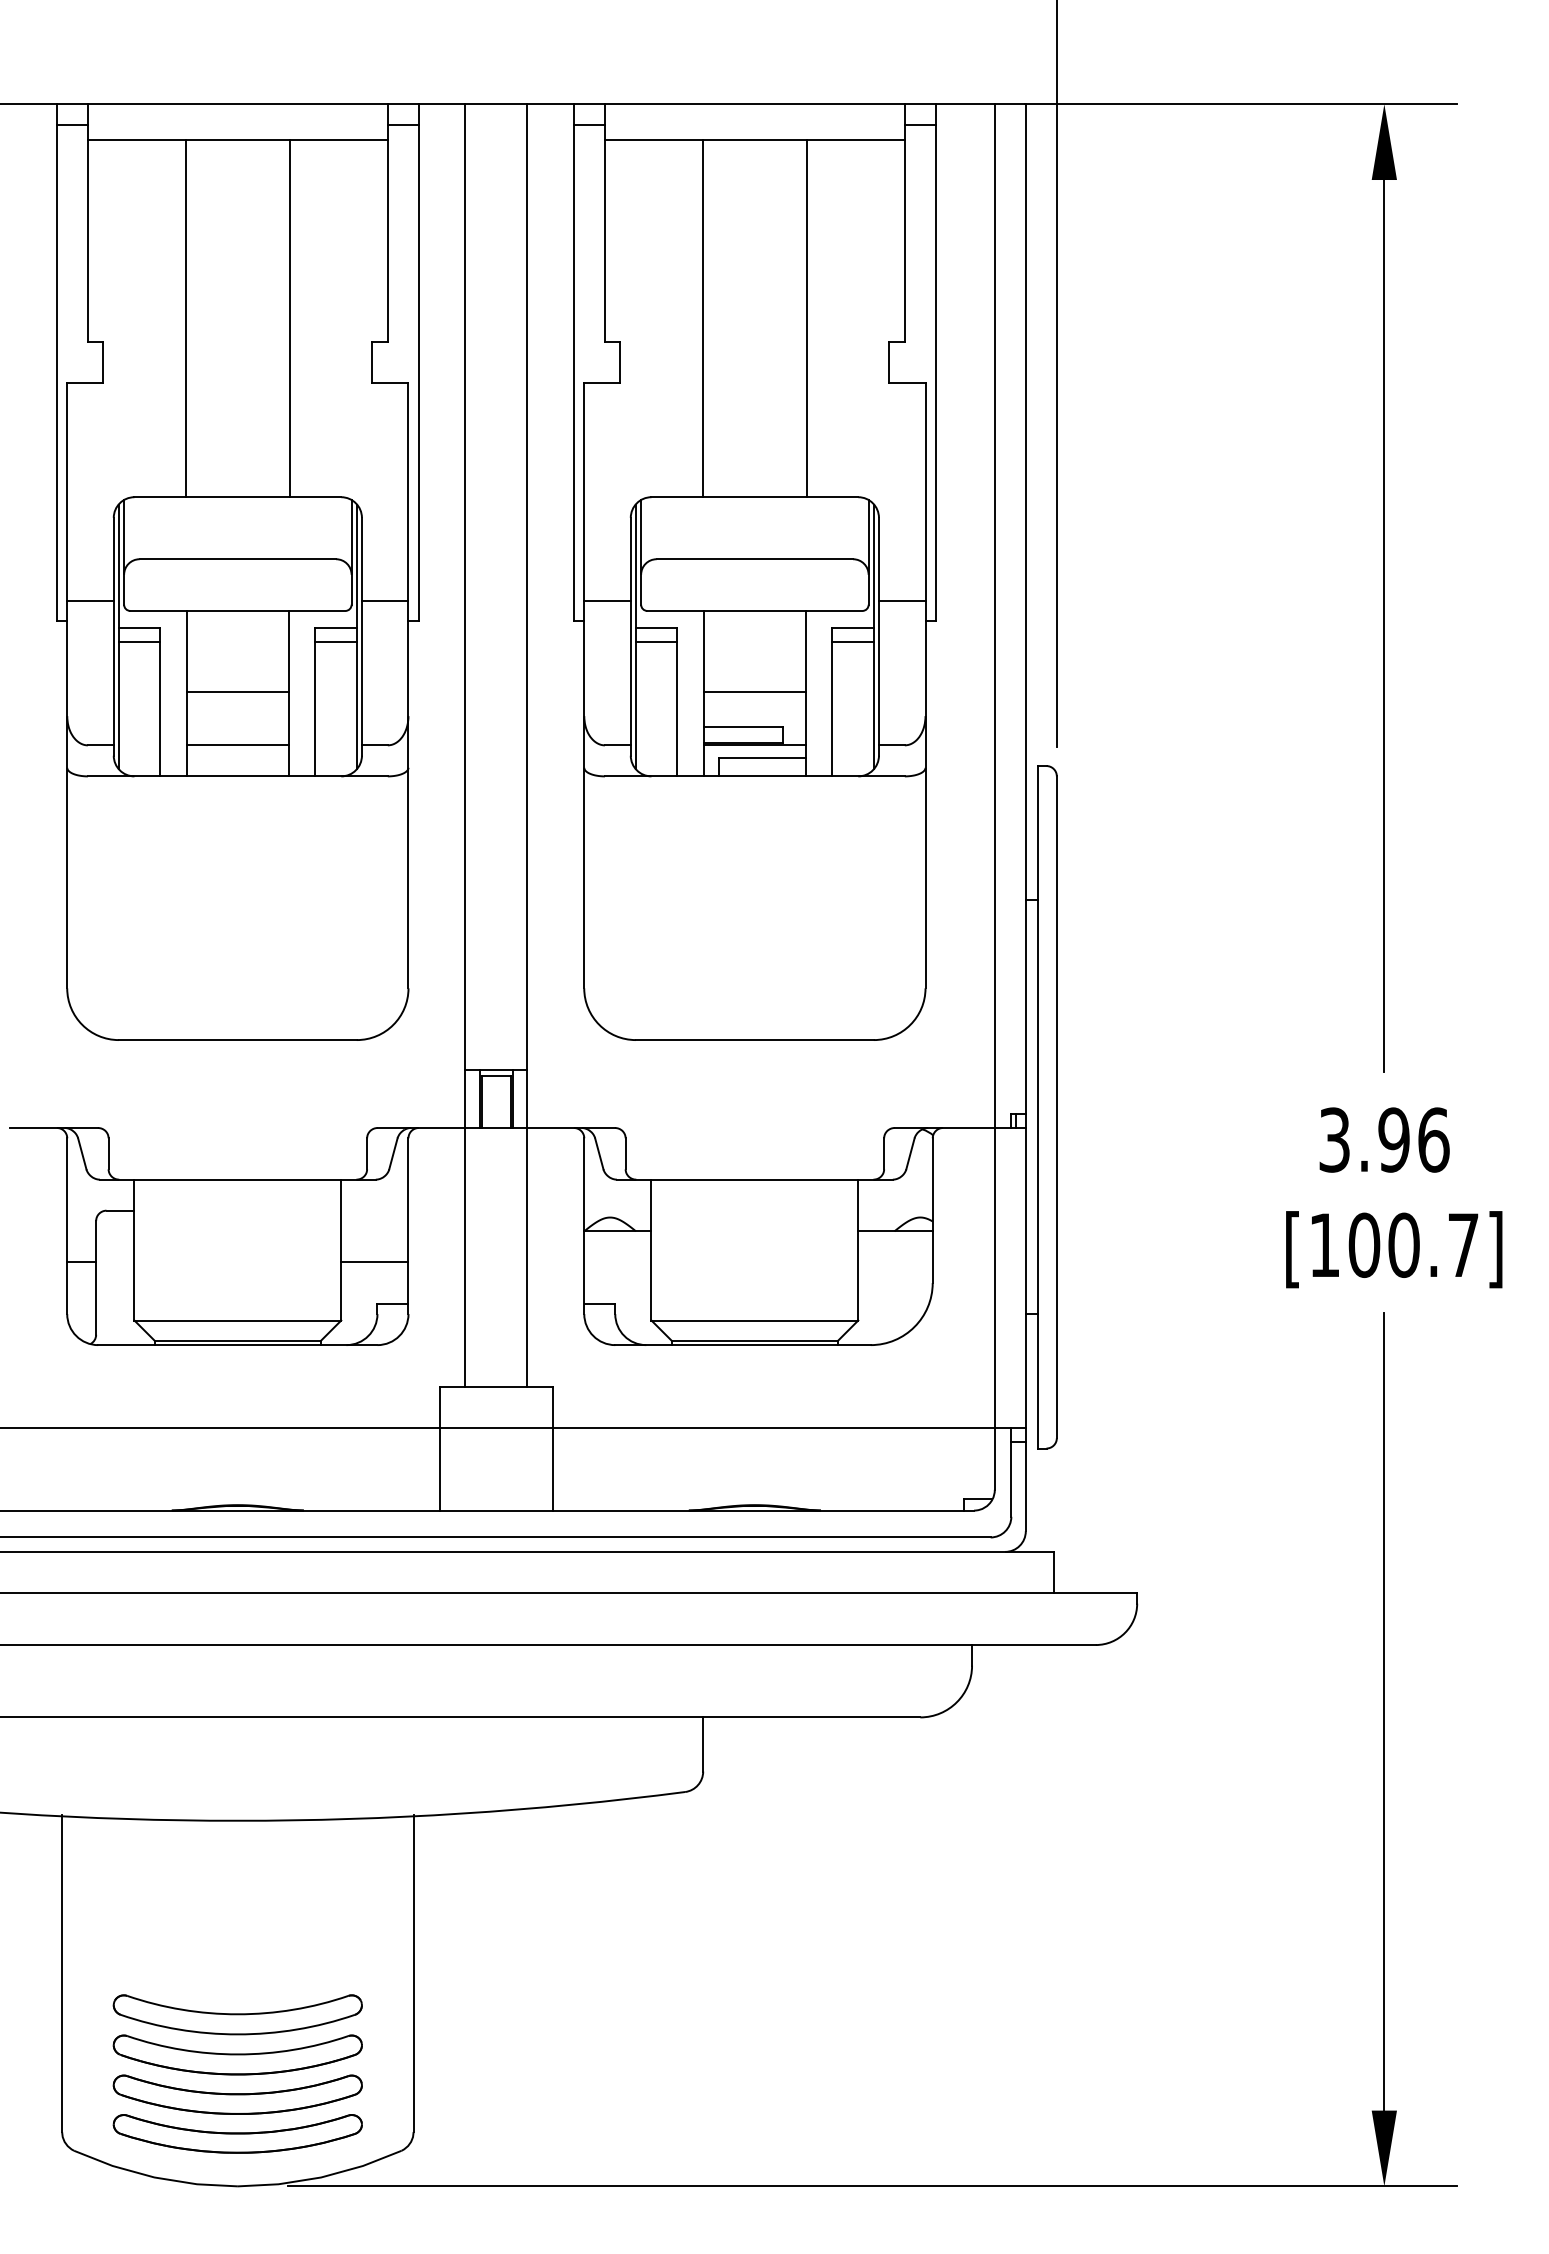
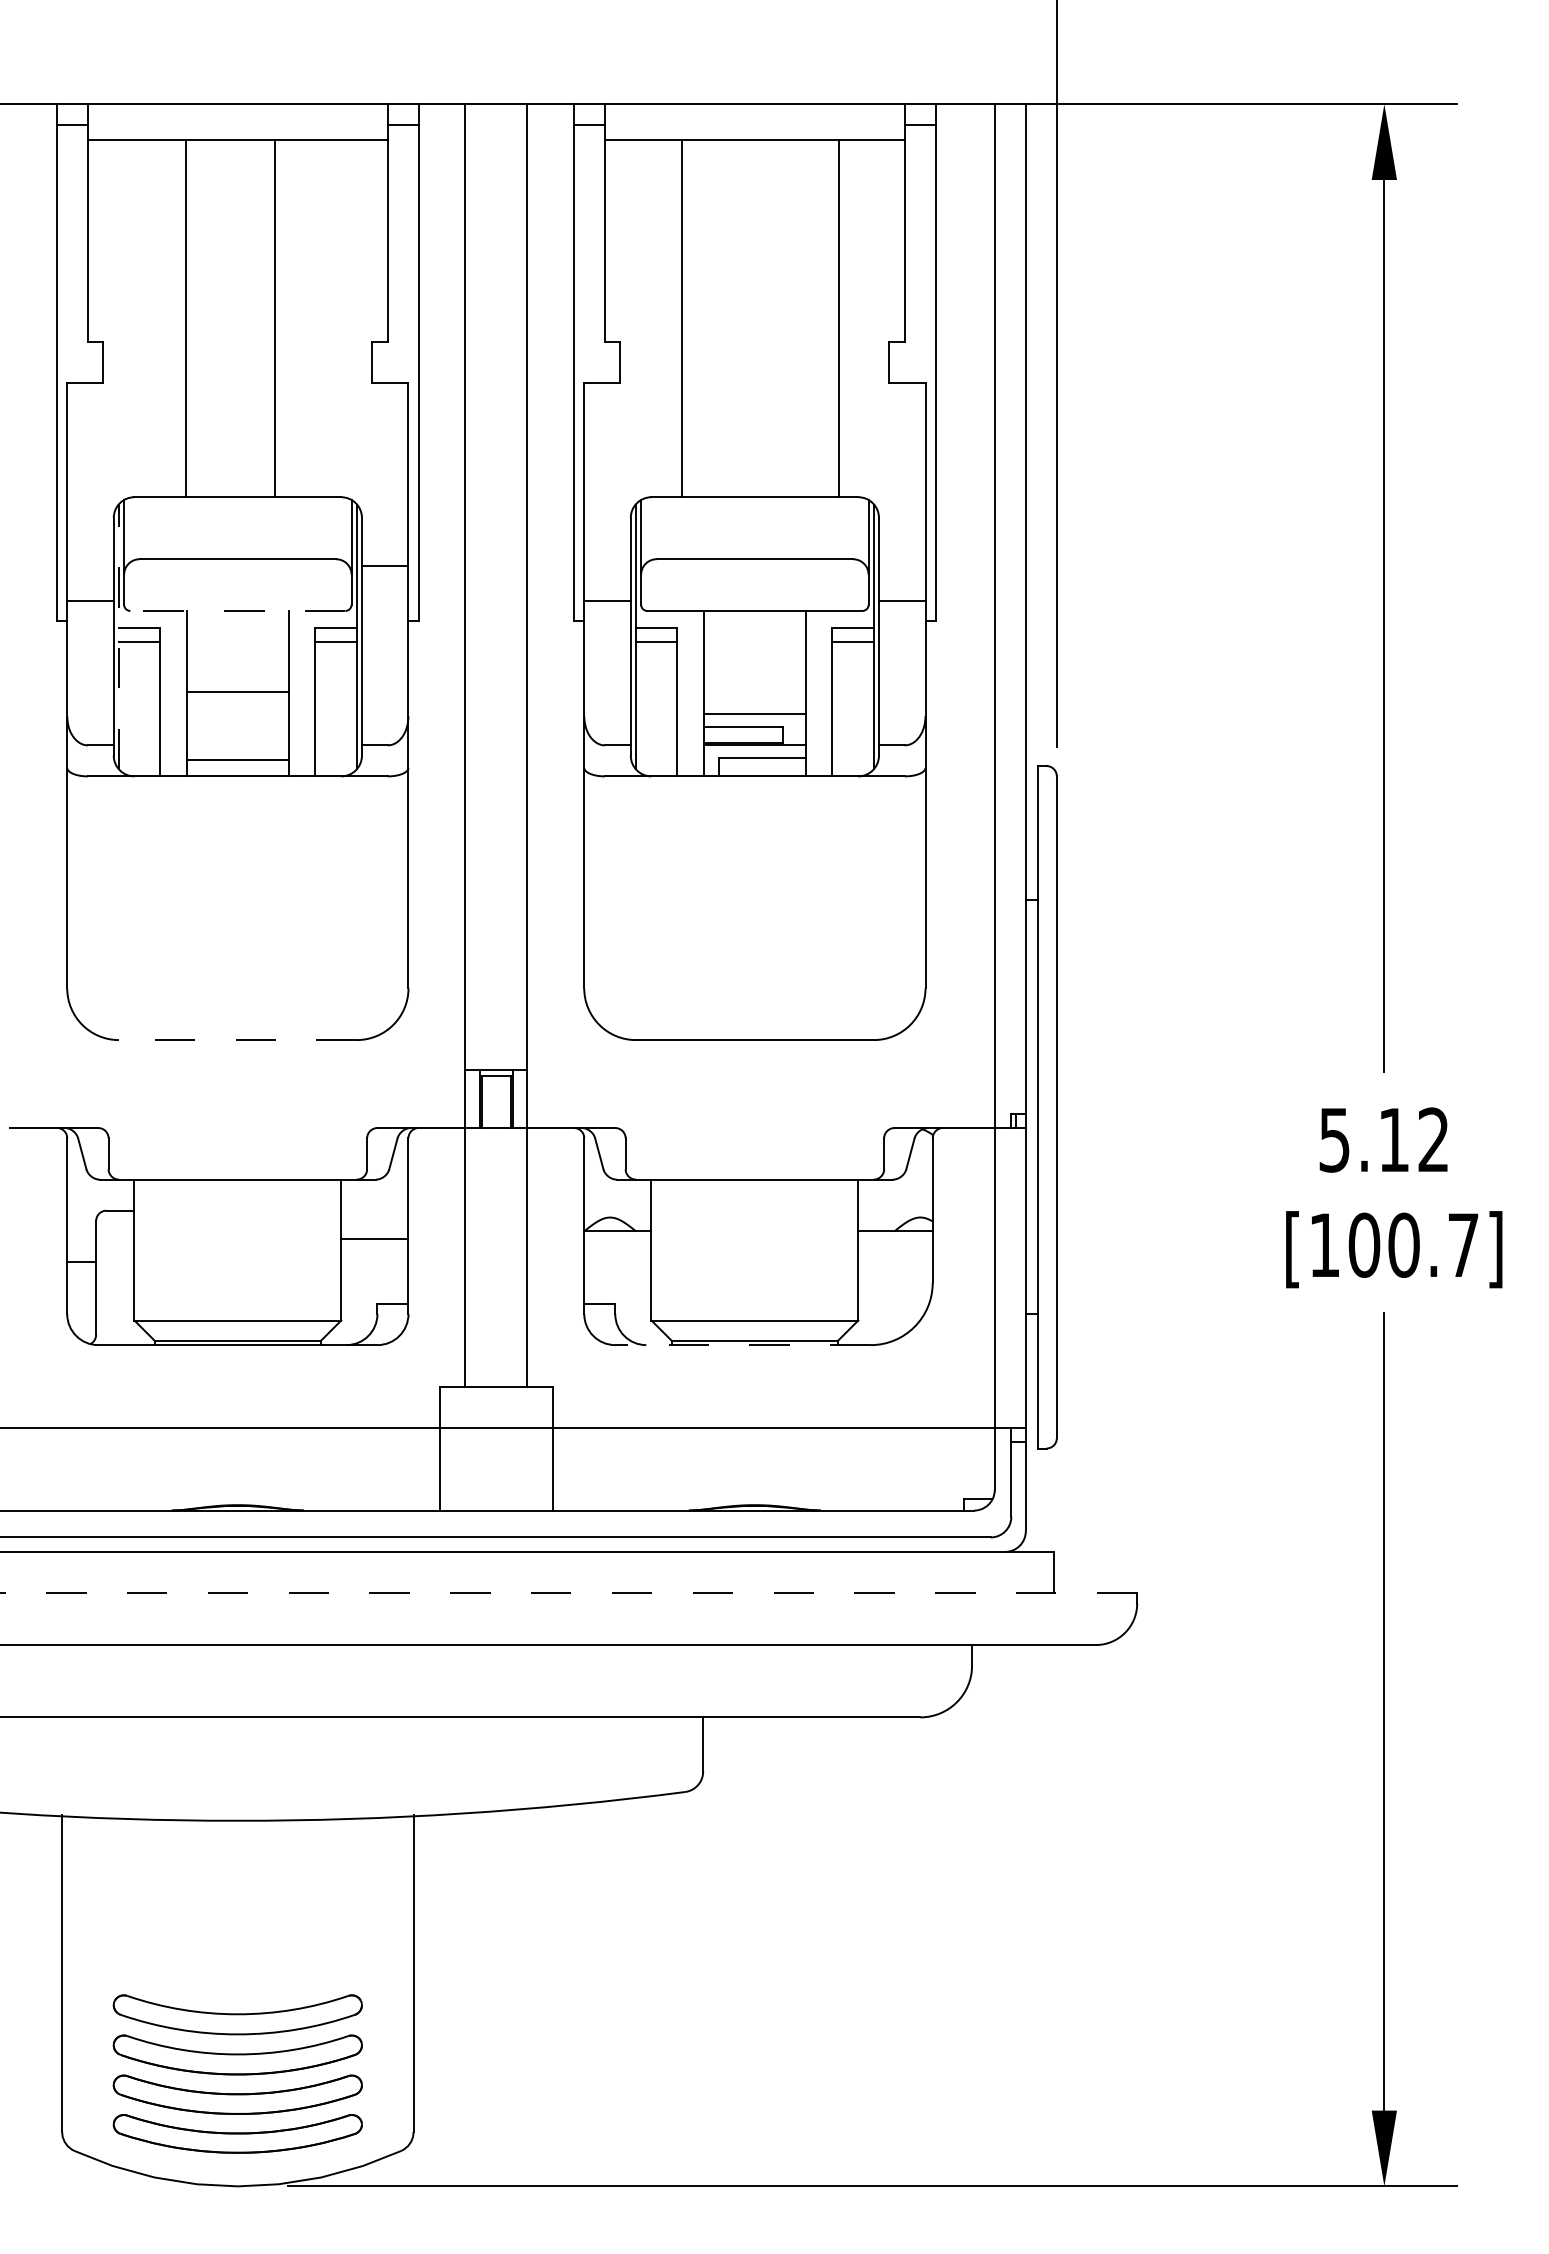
line at (289, 318) position: (289, 318) -> (274, 318)
line at (703, 318) position: (703, 318) -> (682, 318)
line at (806, 318) position: (806, 318) -> (838, 318)
line at (384, 600) position: (384, 600) -> (384, 565)
line at (237, 610): solid -> dashed
line at (118, 636): solid -> dashed
line at (754, 692) position: (754, 692) -> (754, 714)
line at (237, 744) position: (237, 744) -> (237, 759)
line at (237, 1040): solid -> dashed
text at (1384, 1139): 3.96 -> 5.12
line at (374, 1261) position: (374, 1261) -> (374, 1238)
line at (743, 1345): solid -> dashed
line at (568, 1593): solid -> dashed
